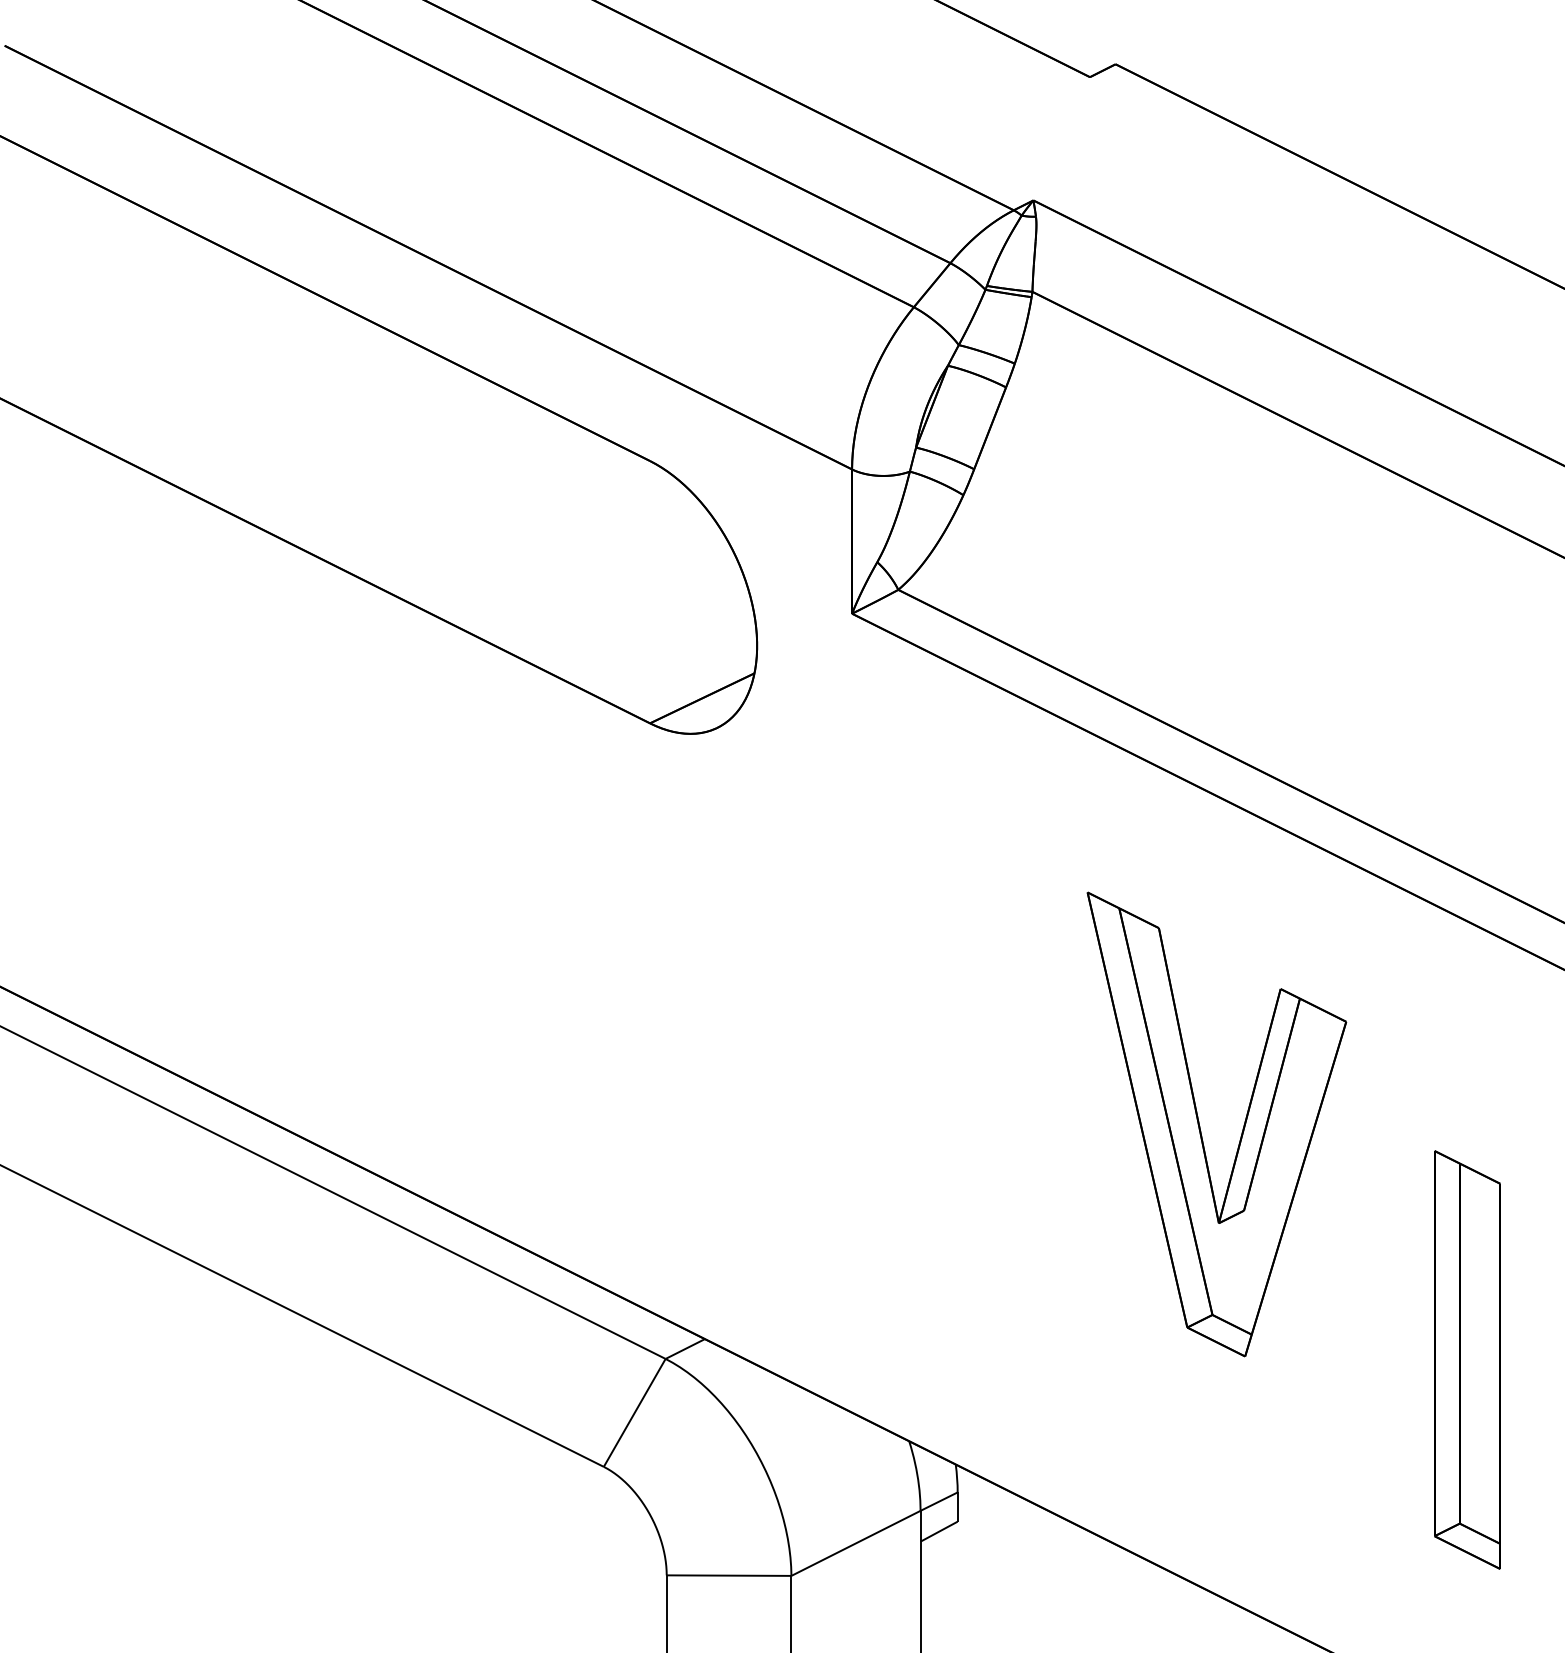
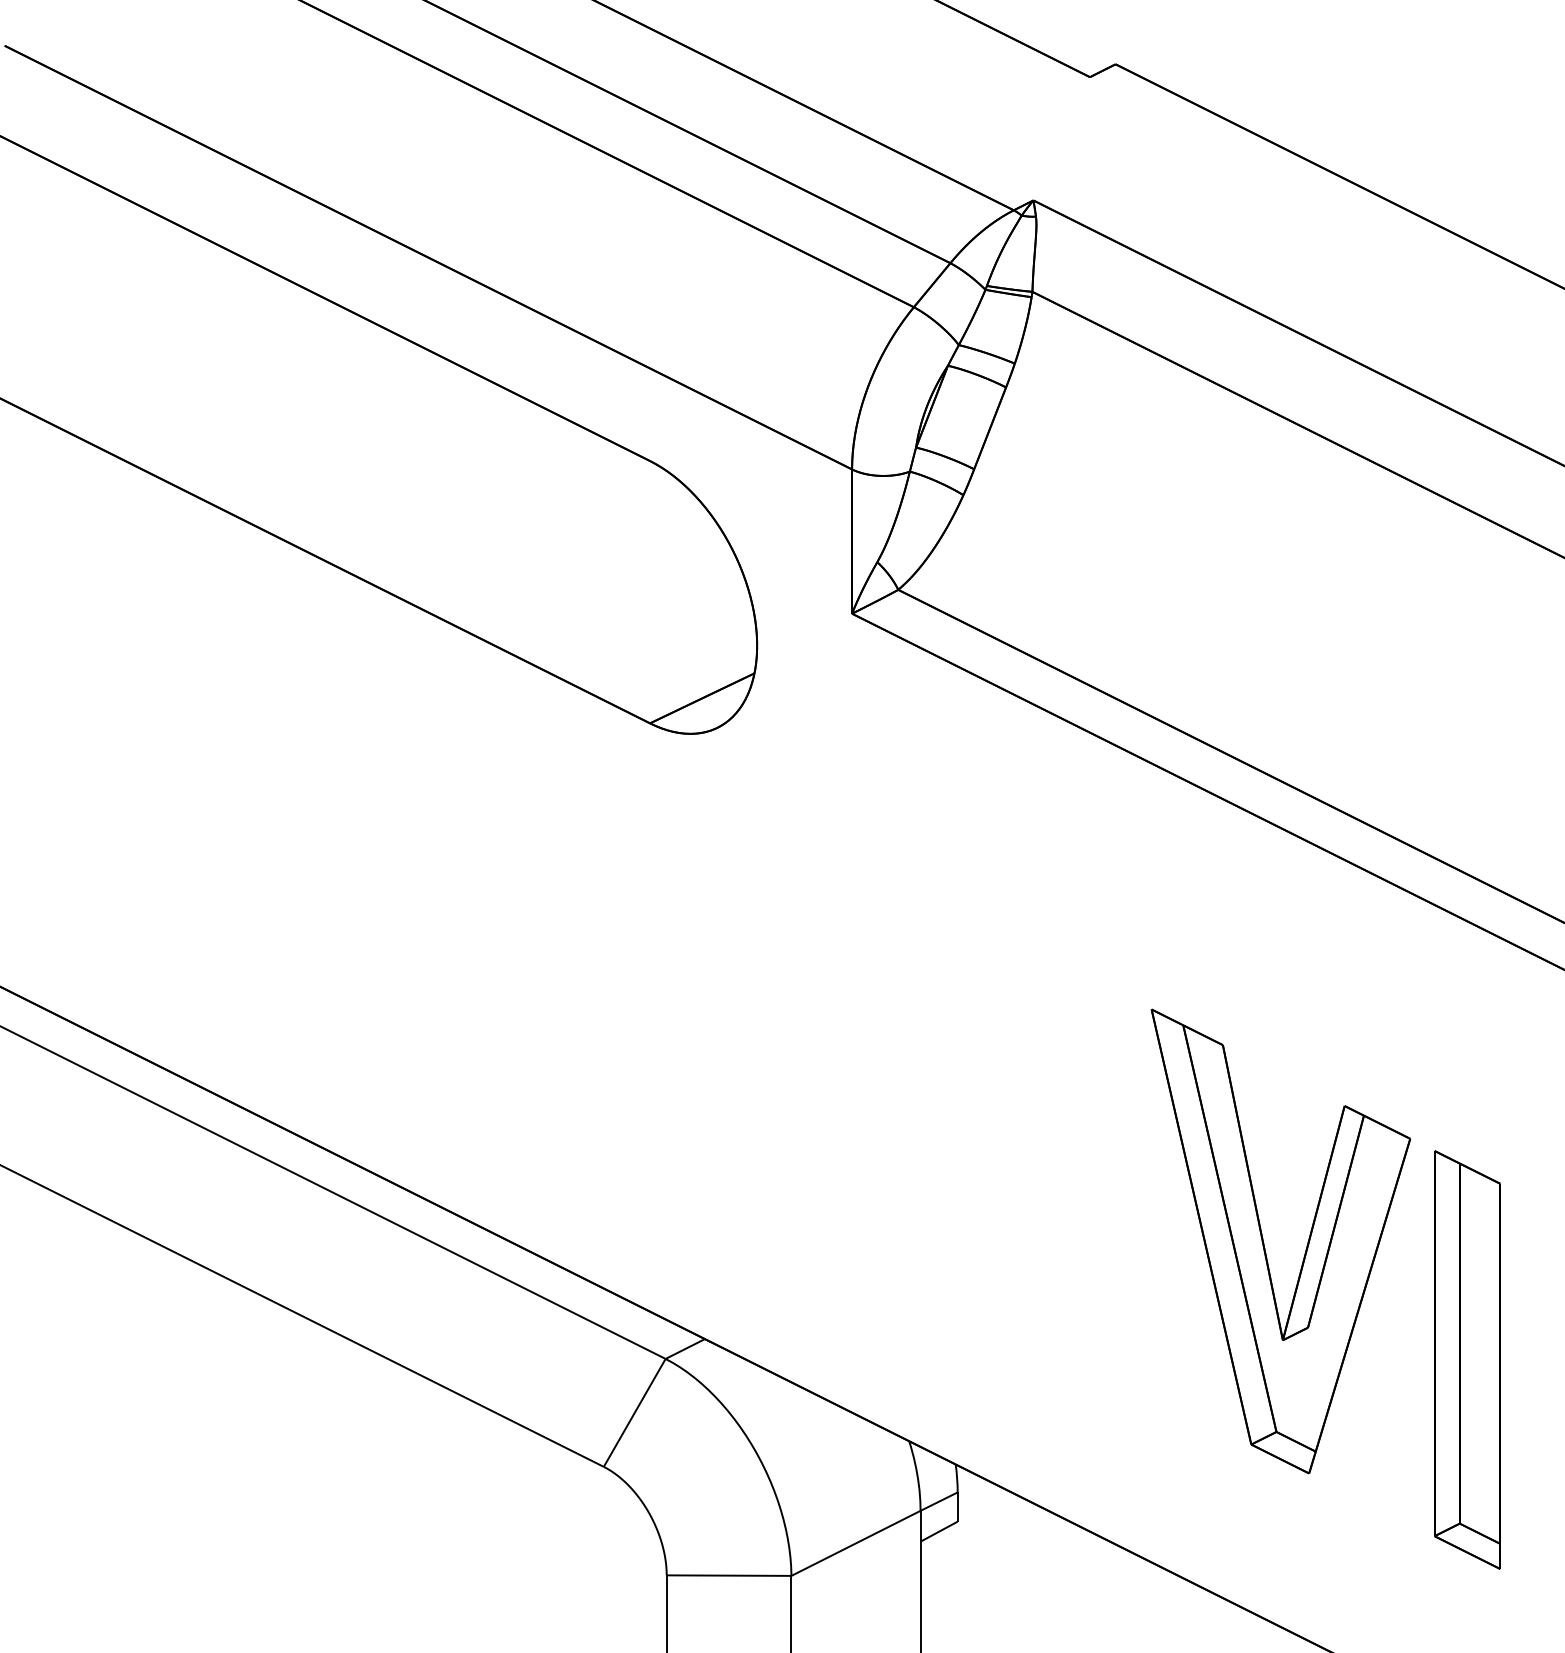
part at (1200, 1126) position: (1200, 1126) -> (1264, 1243)
